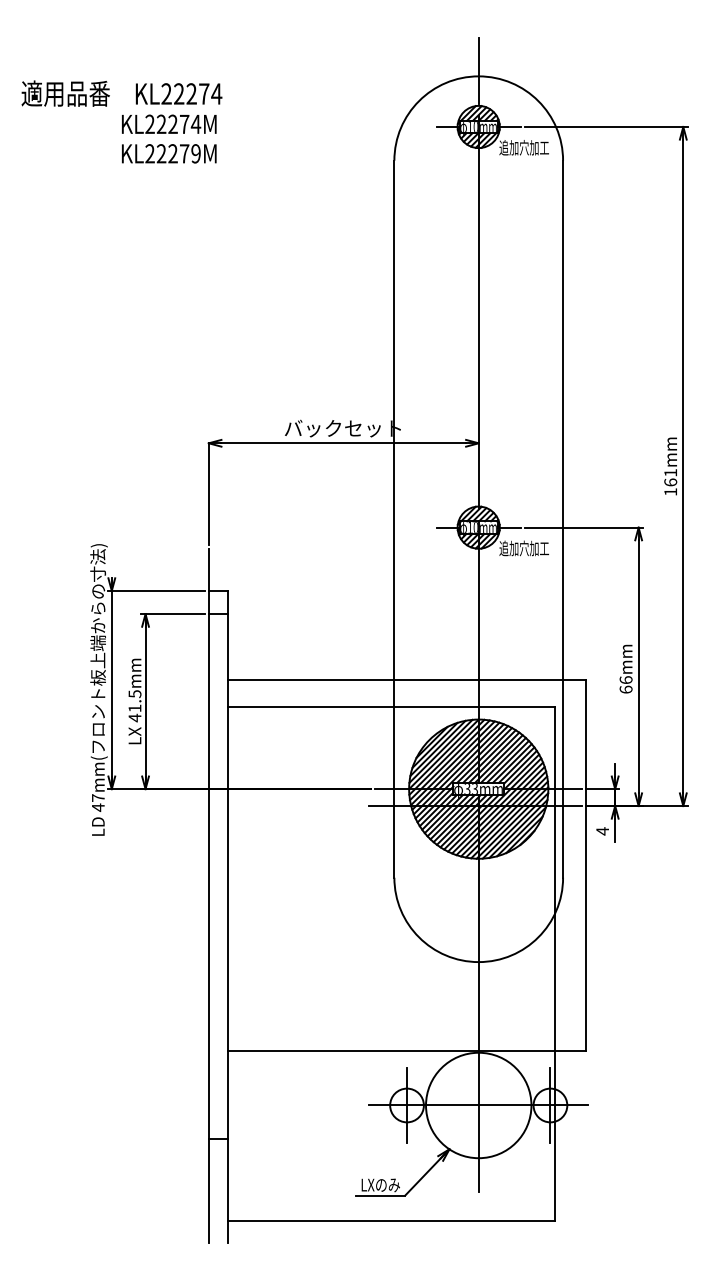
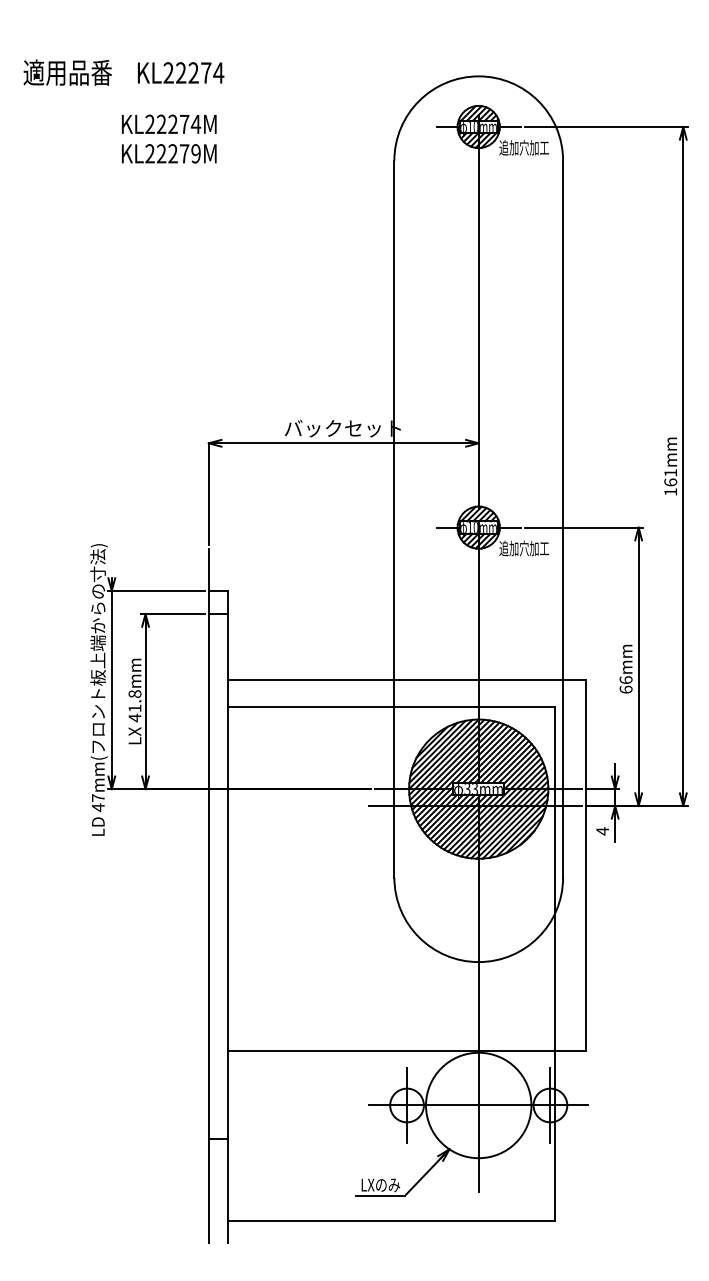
line at (478, 70): present -> none
text at (121, 93) position: (121, 93) -> (123, 72)
text at (134, 694): 41.5mm -> 41.8mm
